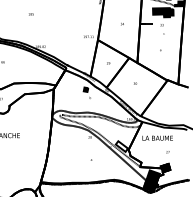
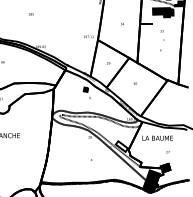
text at (162, 29) position: (162, 29) -> (162, 35)
